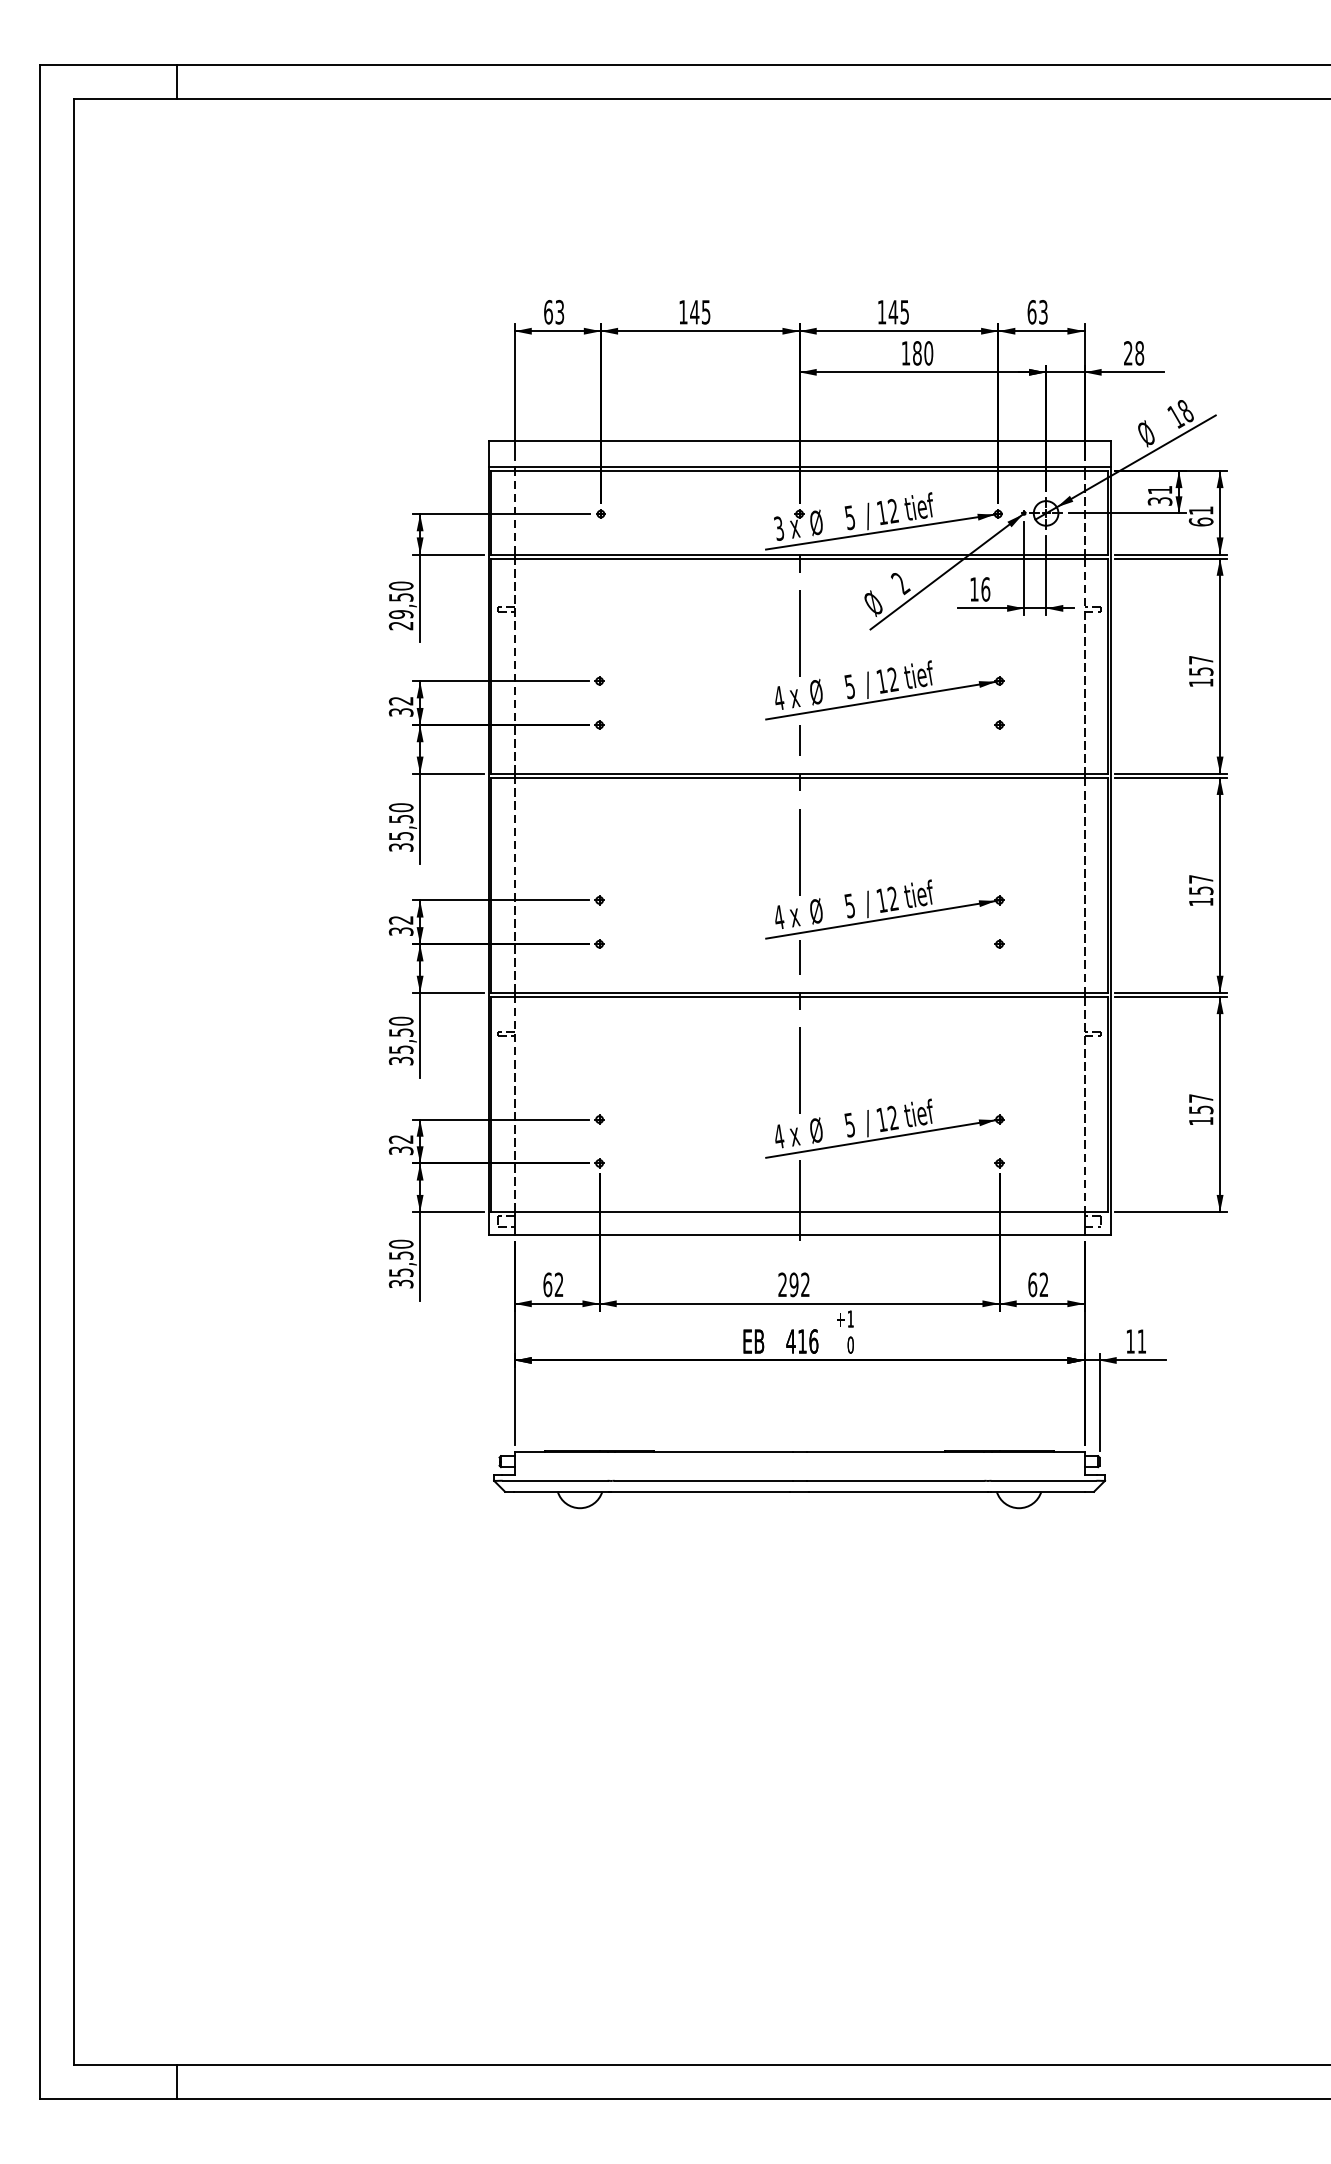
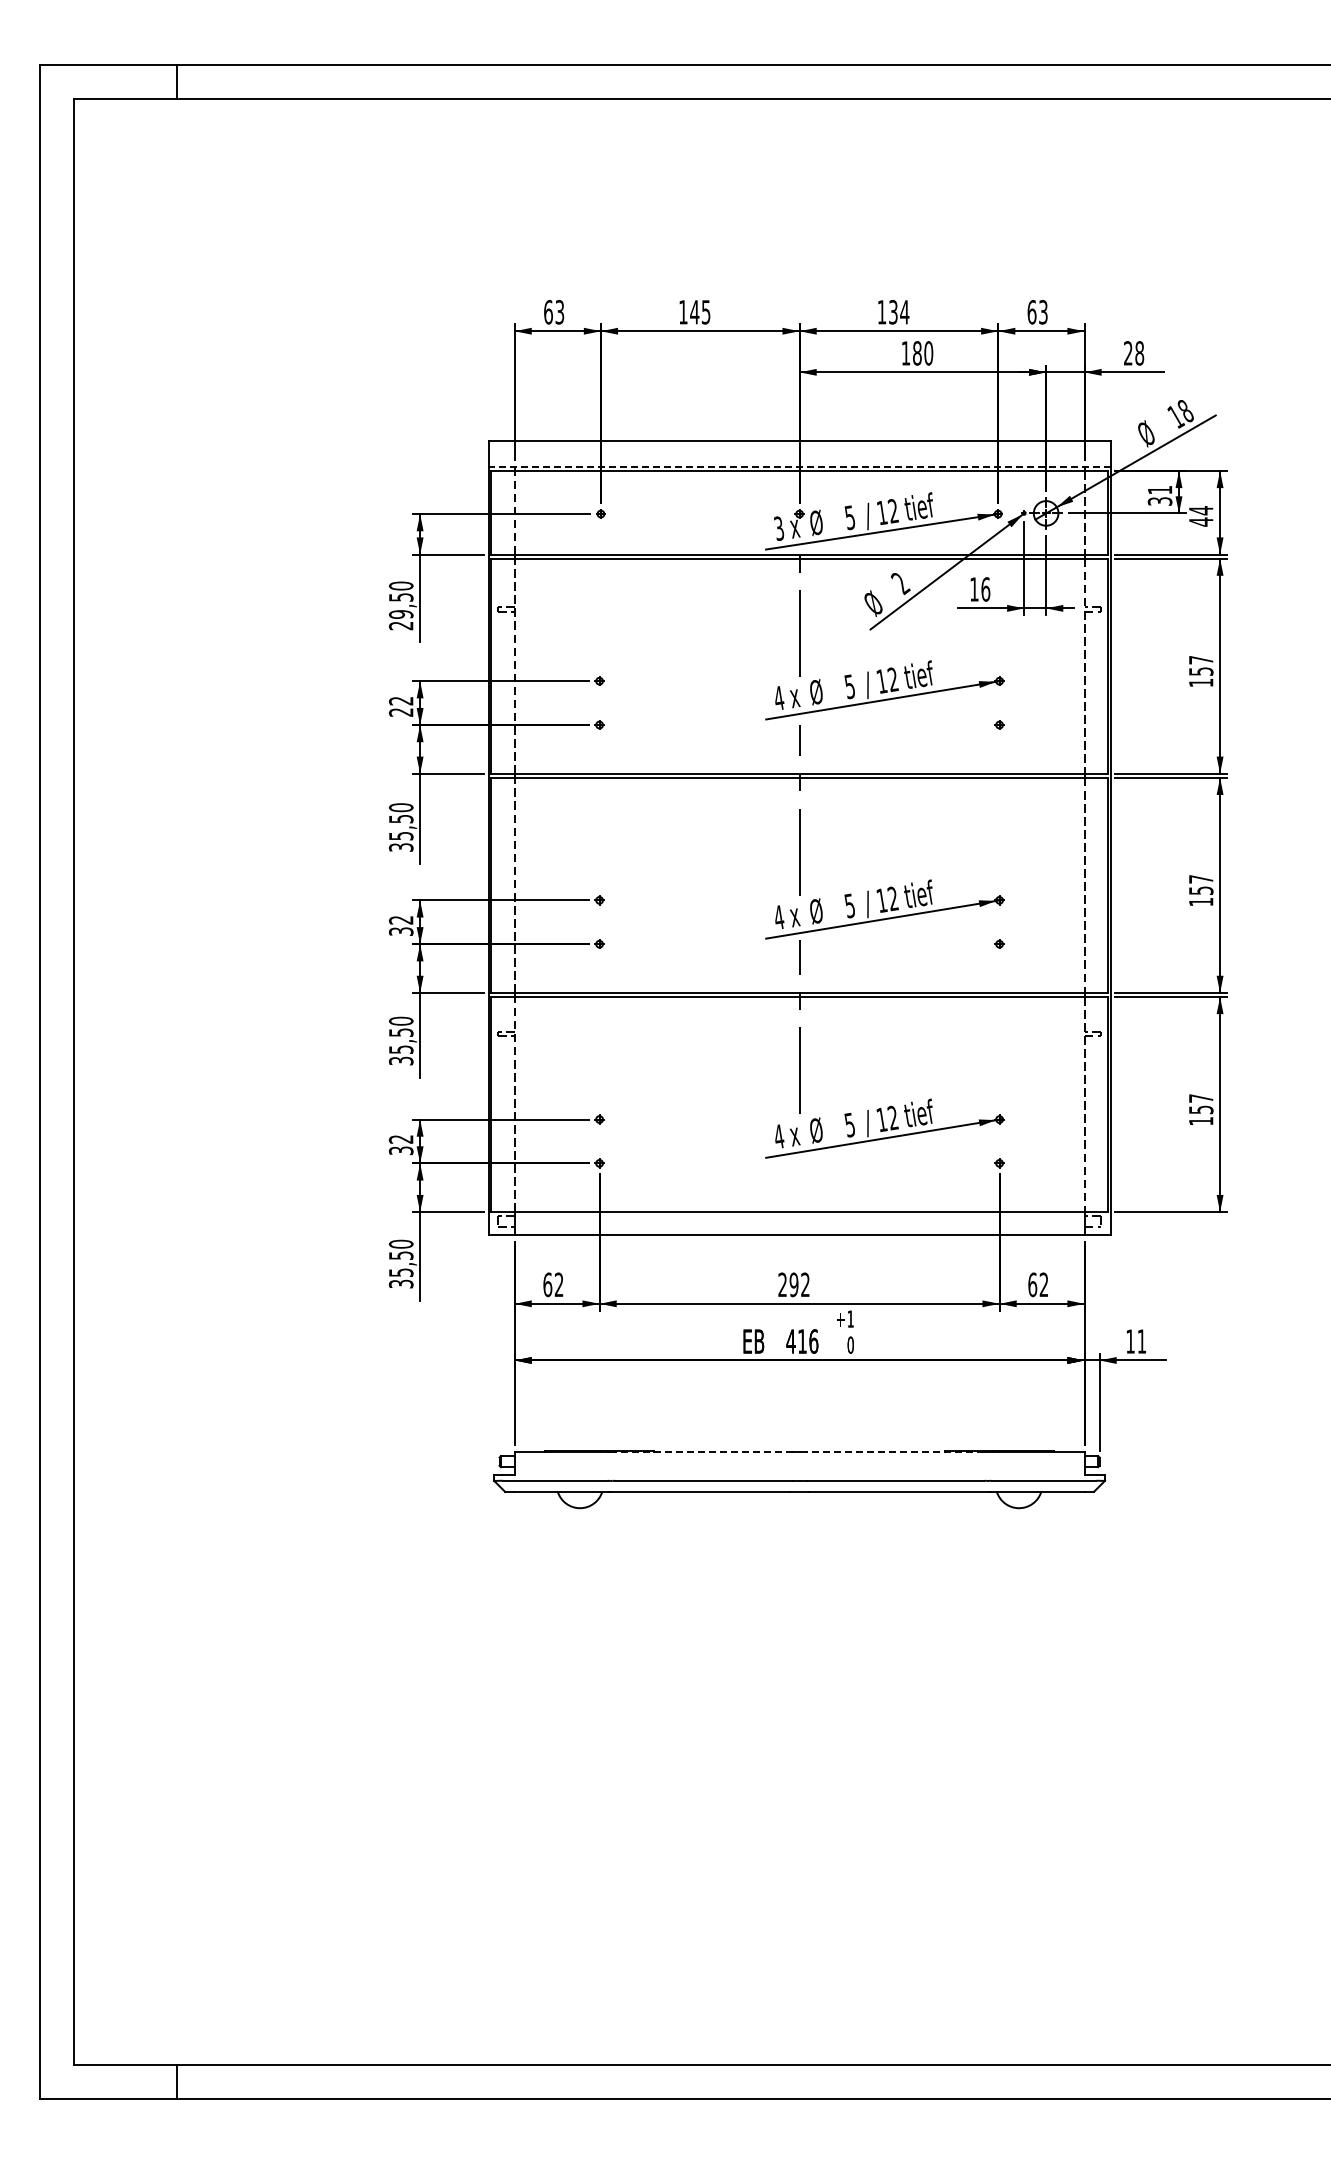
text at (898, 312): 145 -> 134
line at (799, 466): solid -> dashed
text at (1200, 516): 61 -> 44
text at (401, 712): 32 -> 22
line at (799, 1200): present -> none
line at (703, 1452): solid -> dashed
line at (895, 1452): solid -> dashed
